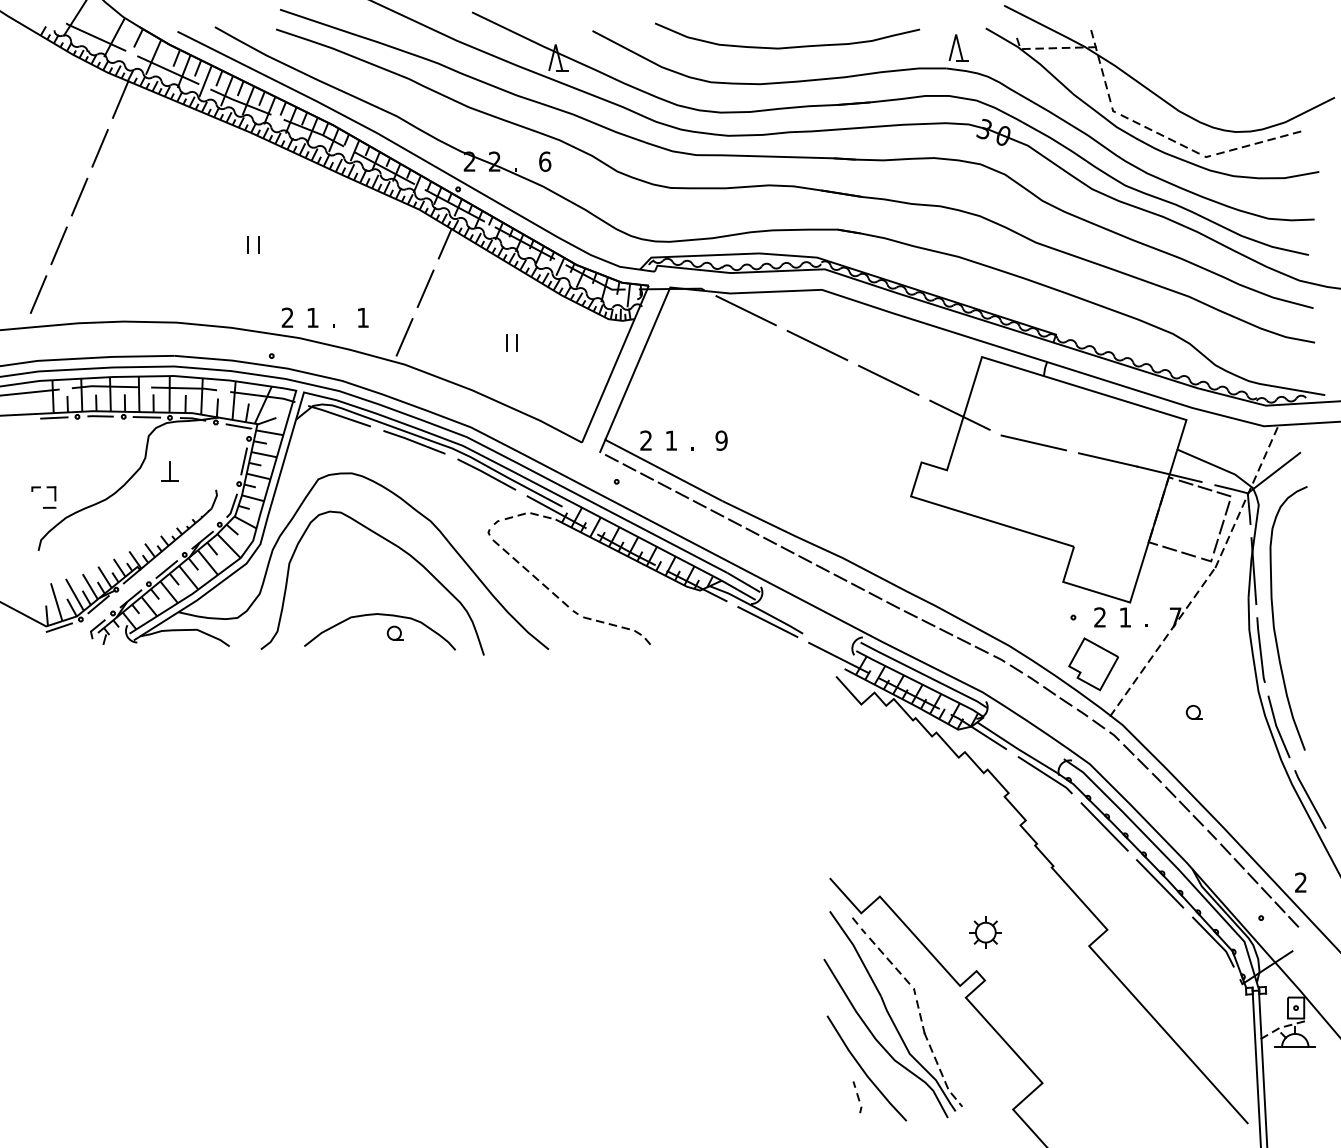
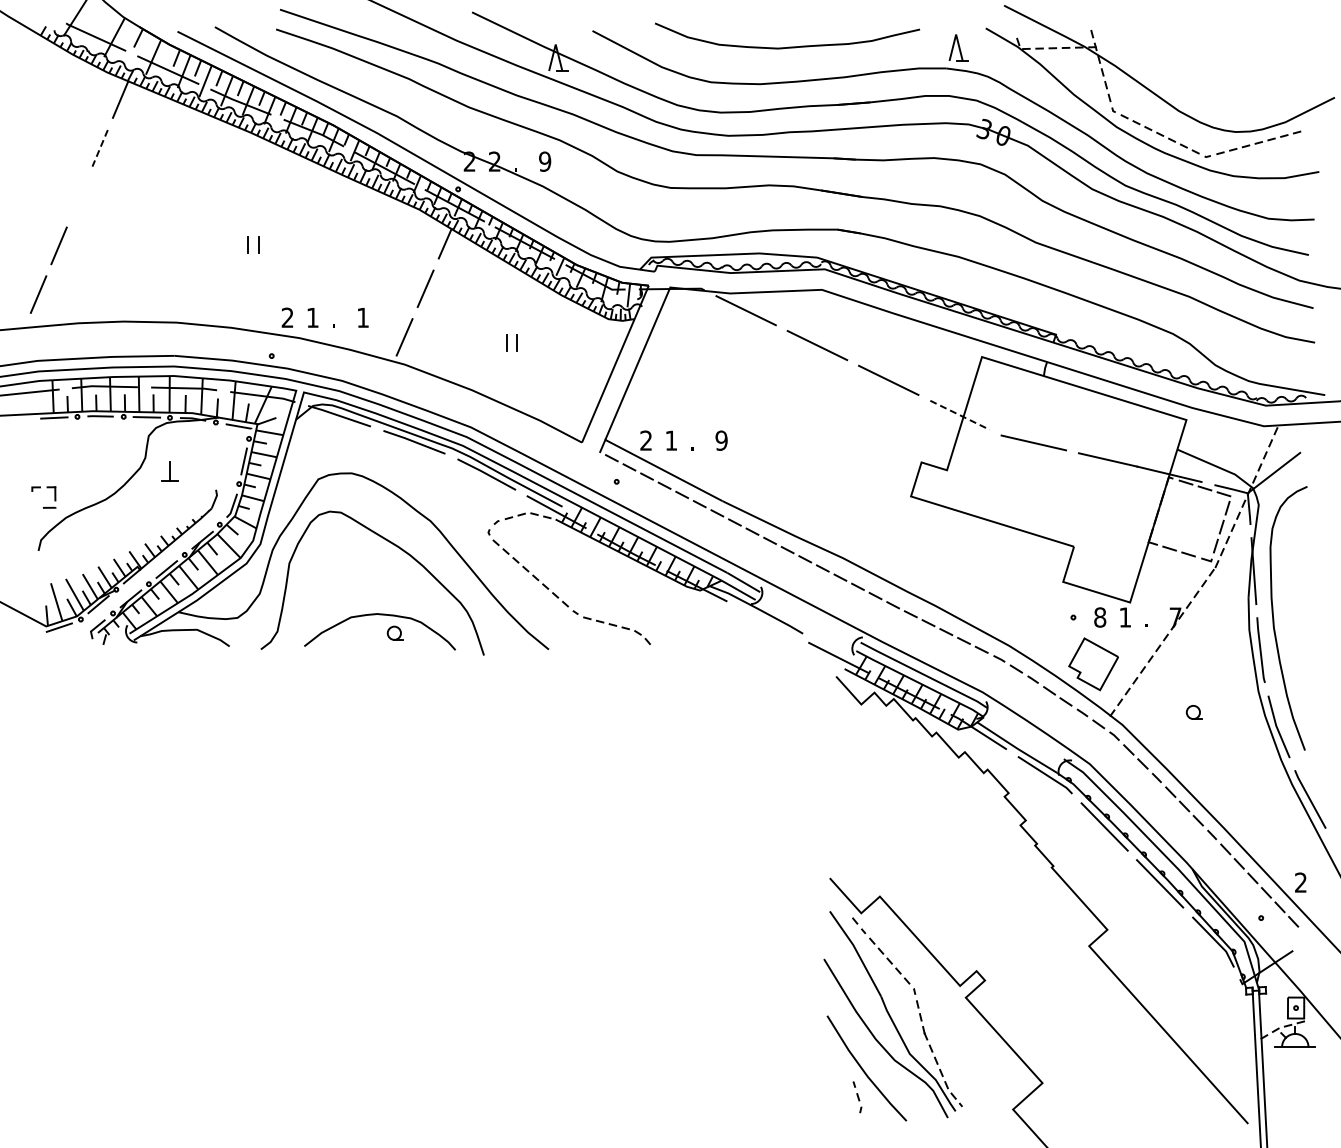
line at (100, 148): solid -> dashed
text at (545, 161): 6 -> 9
line at (79, 196): present -> none
line at (960, 415): solid -> dashed
text at (1100, 617): 2 -> 8
line at (767, 621): present -> none
part at (985, 932): present -> none
